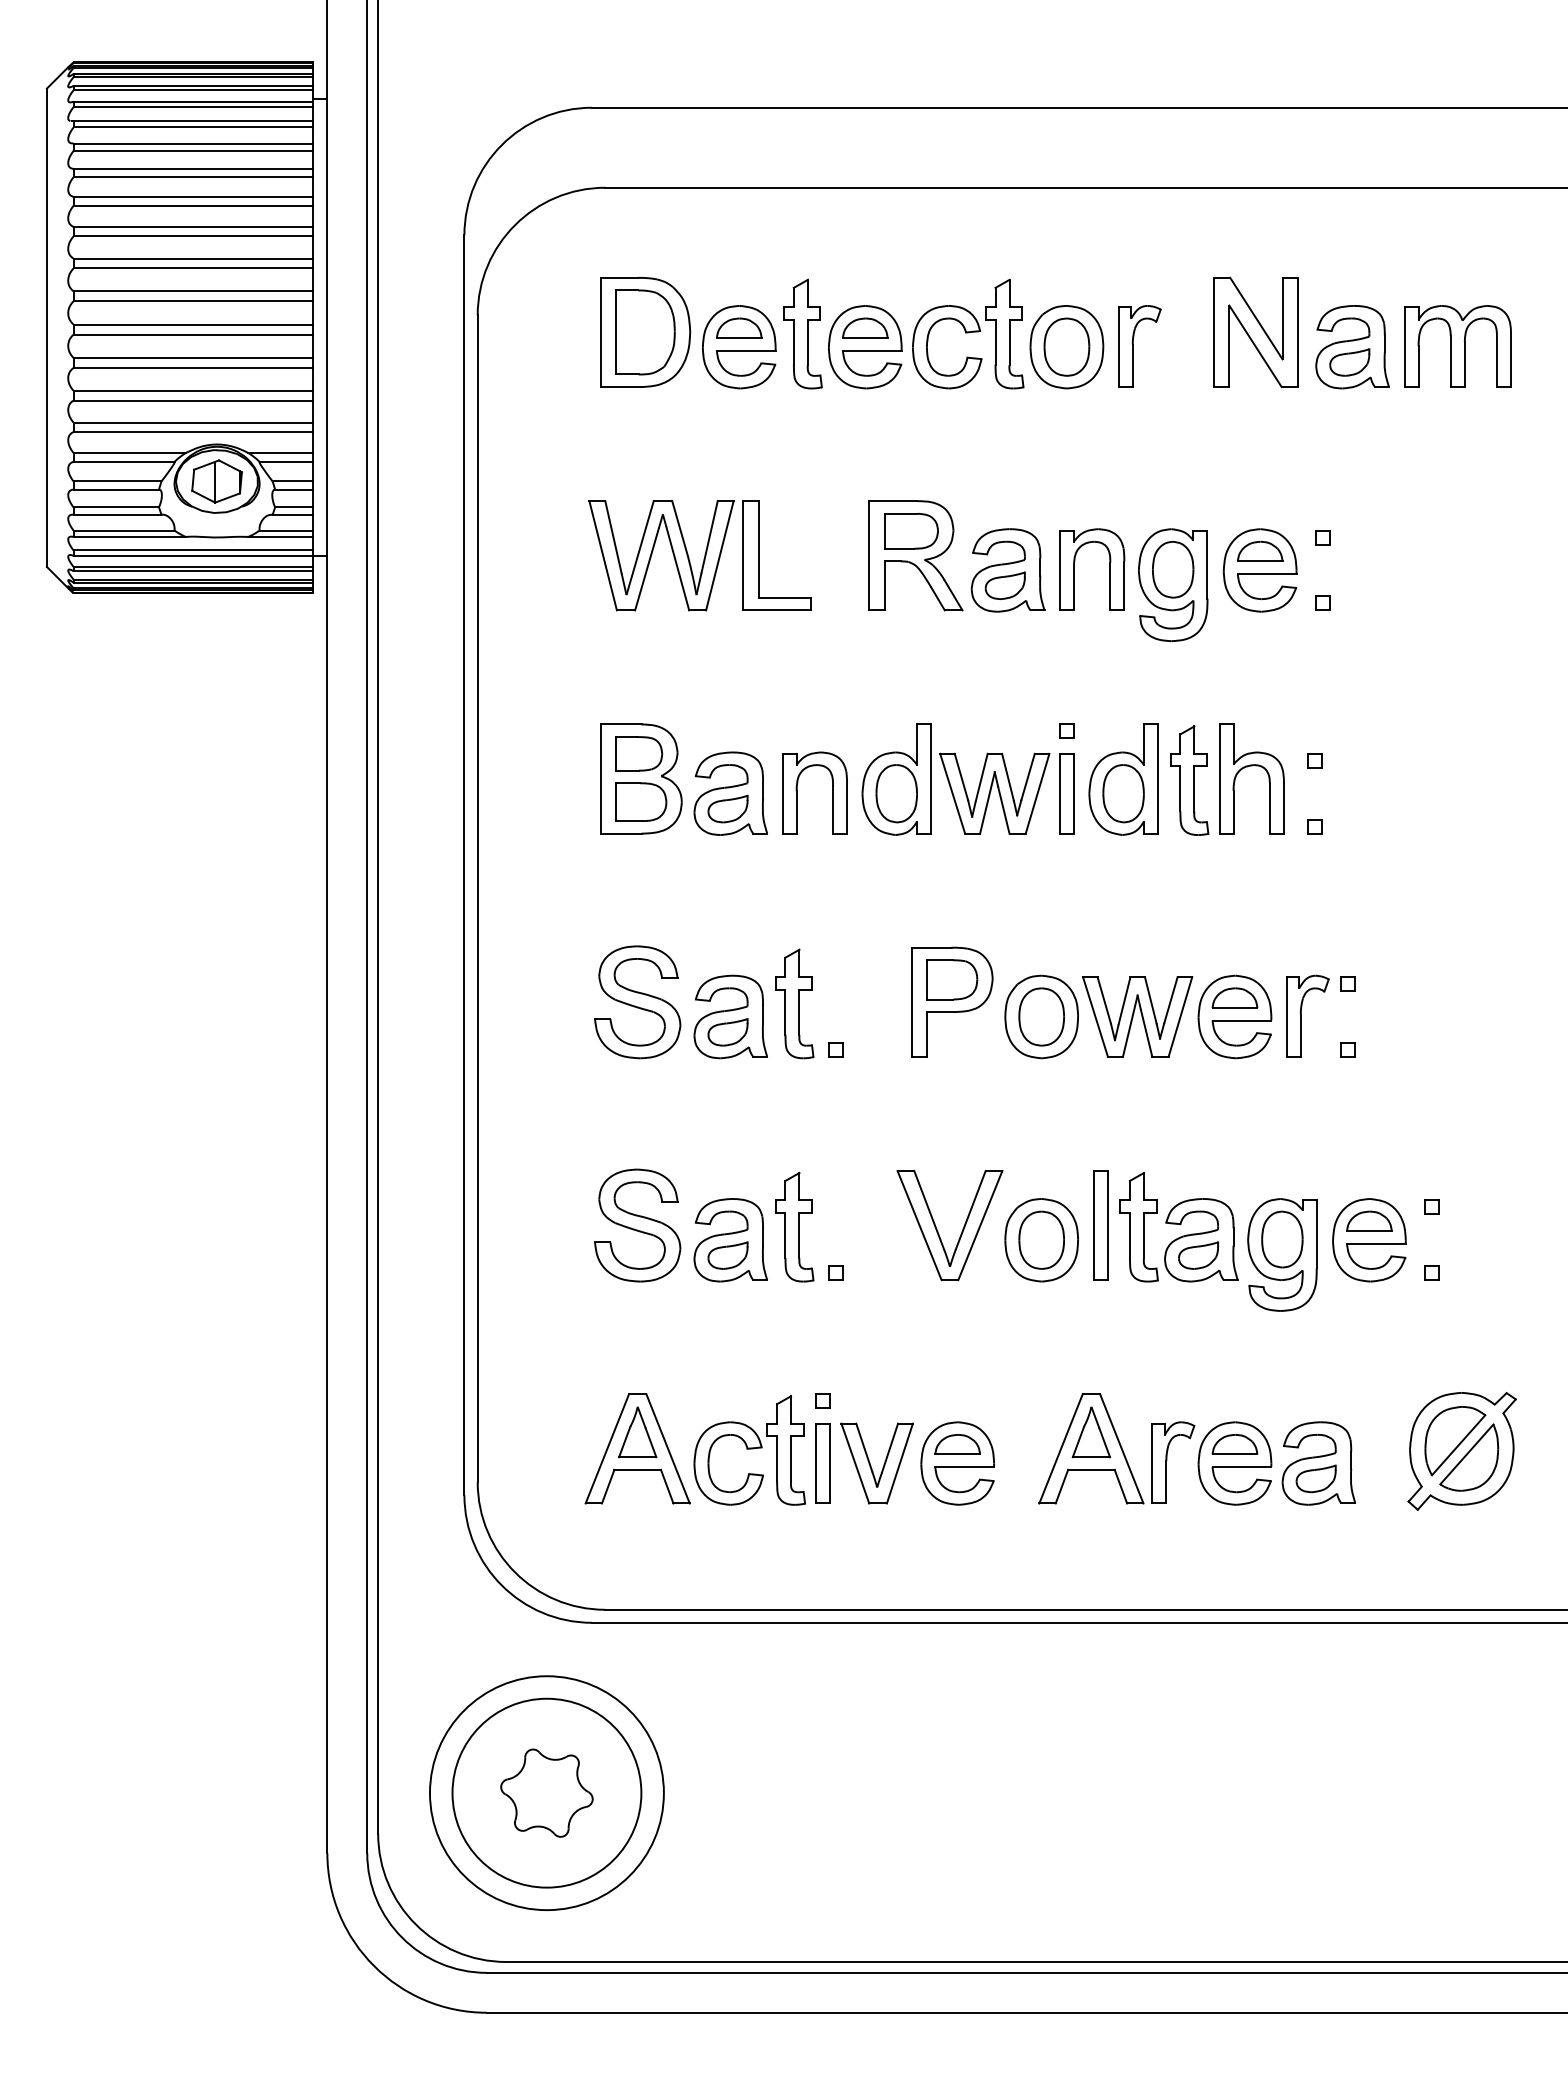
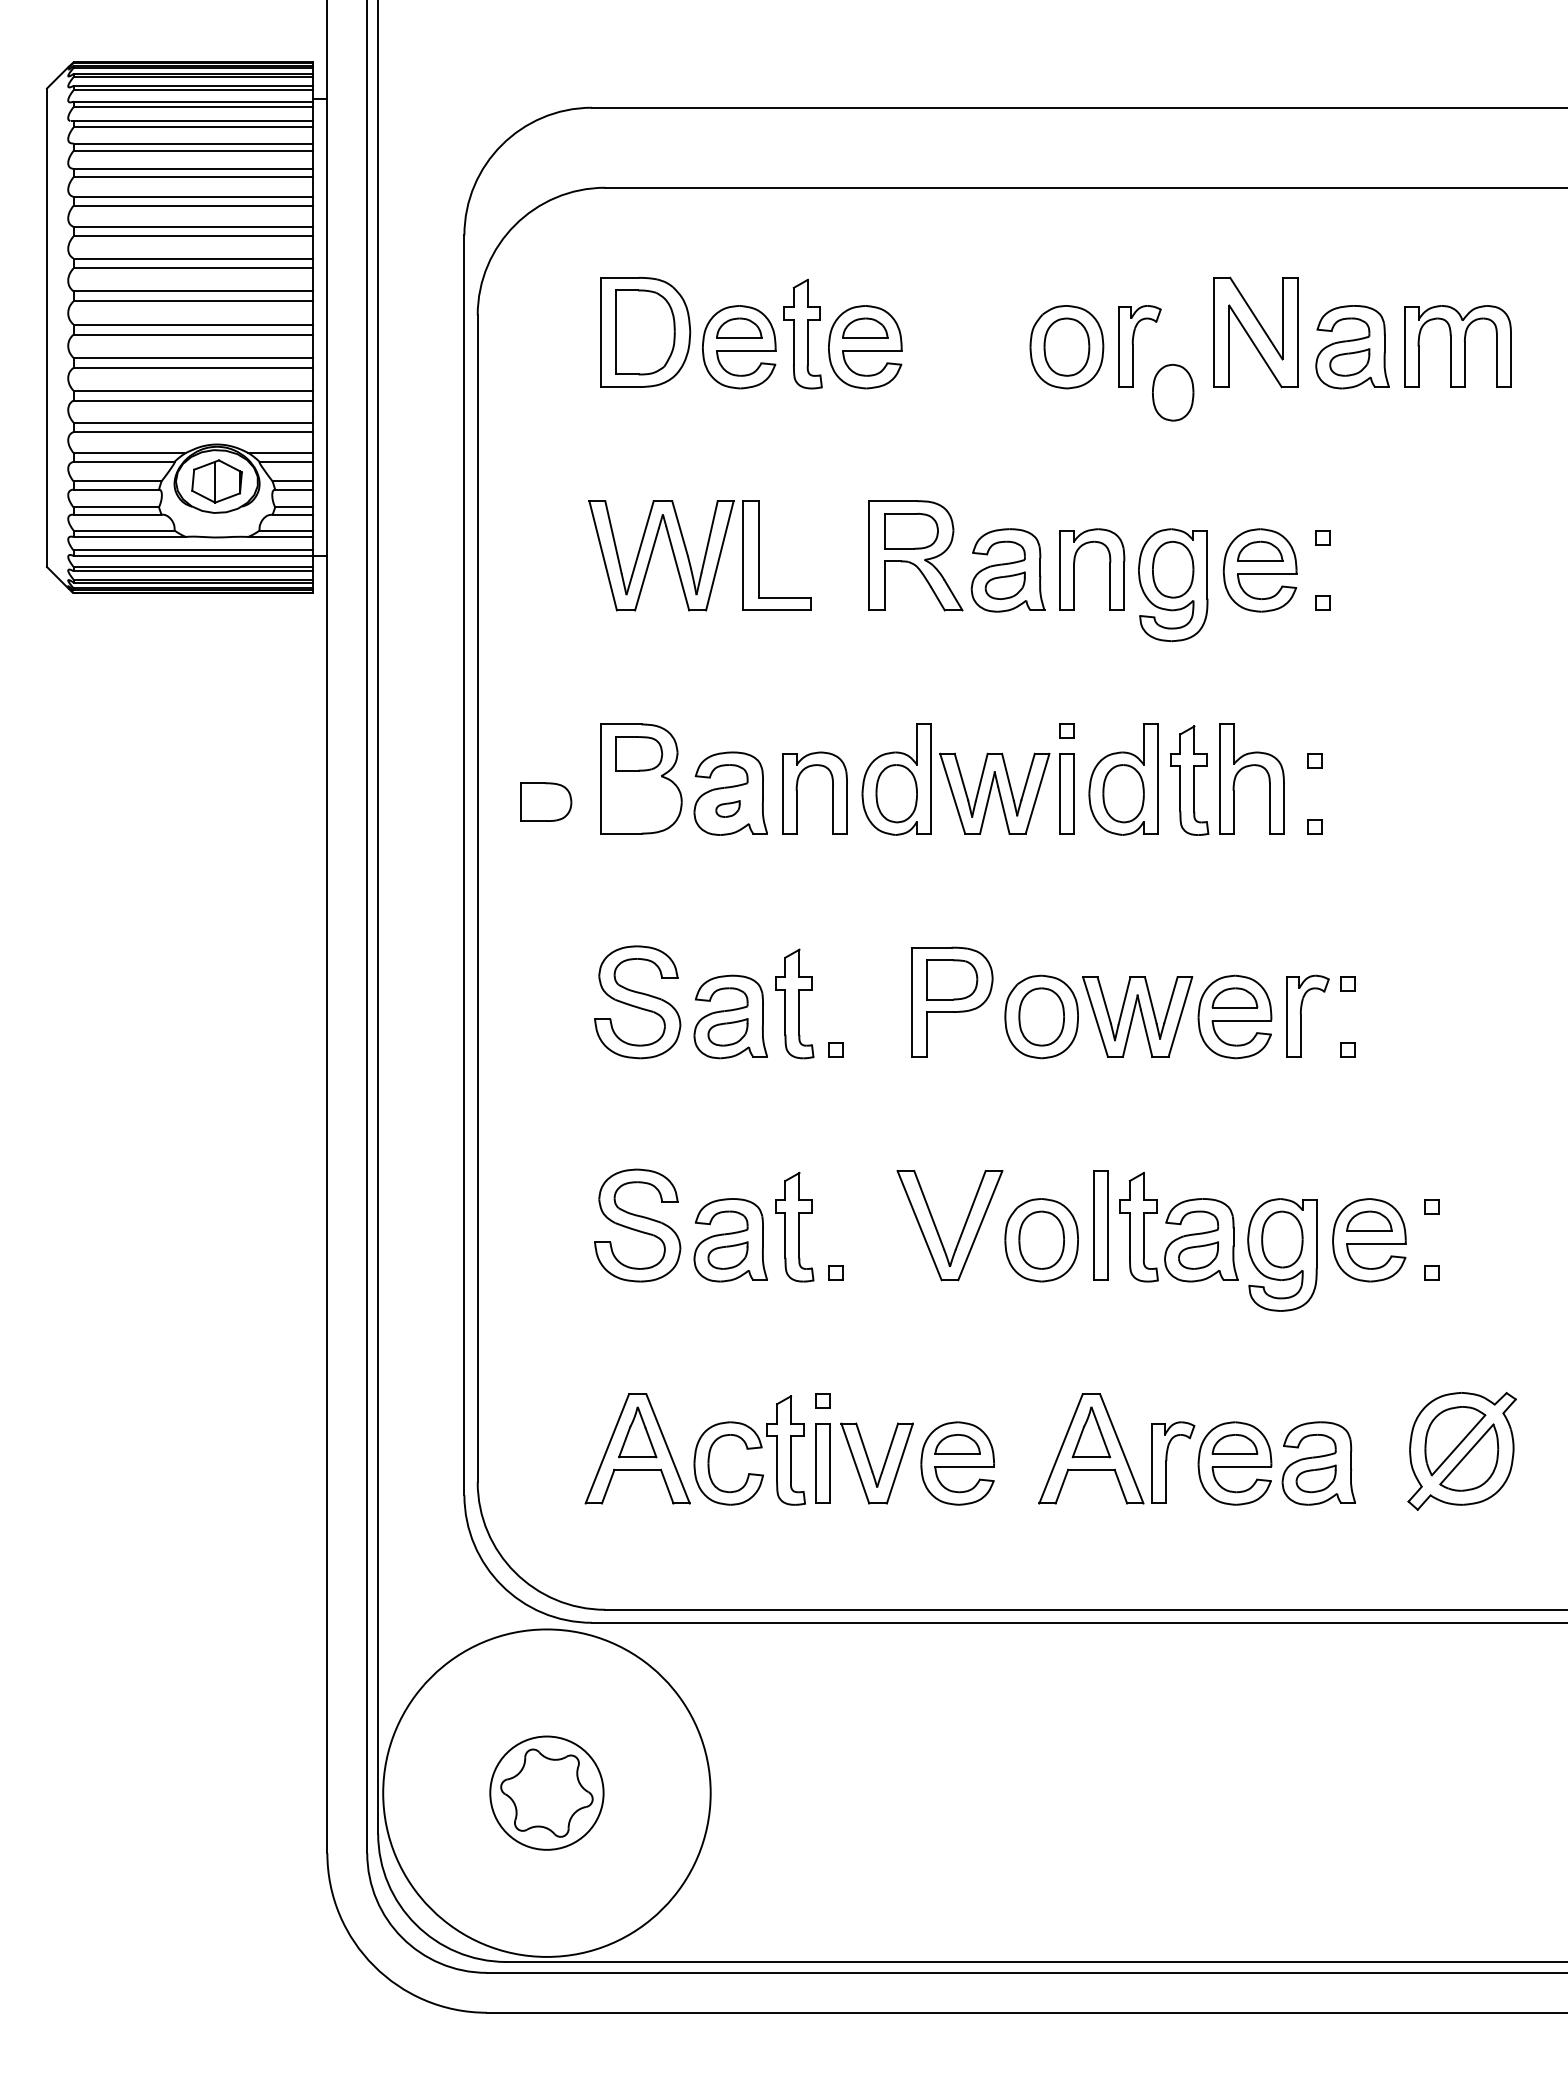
part at (968, 333): present -> none
part at (1173, 392): none -> present
part at (641, 801) position: (641, 801) -> (546, 801)
part at (727, 808) size: 42x30 px -> 26x18 px
circle at (546, 1792) diameter: 189 px -> 113 px
circle at (546, 1793) diameter: 234 px -> 327 px
